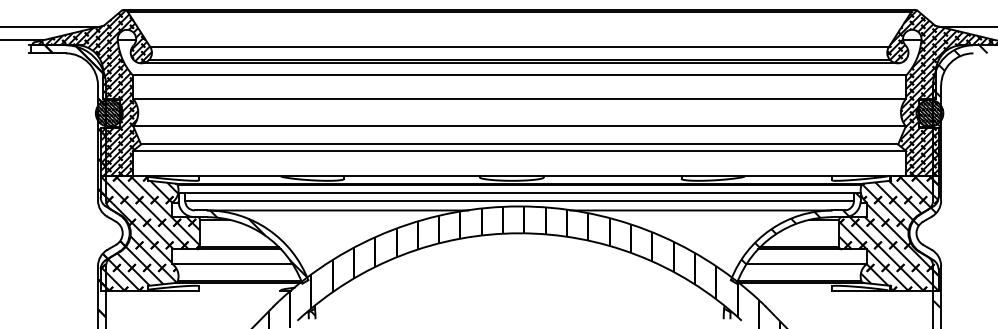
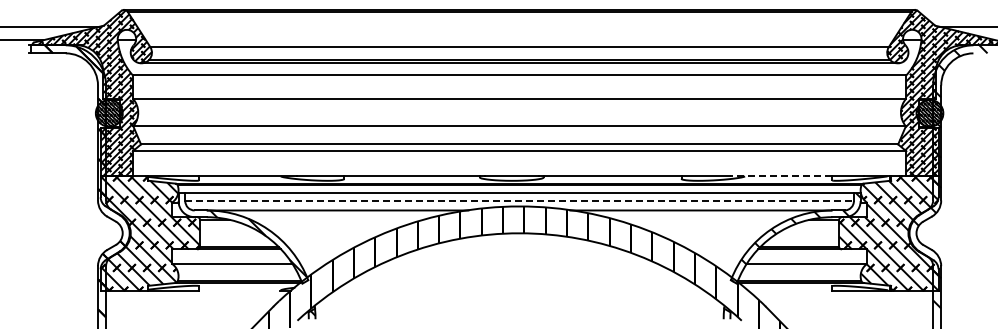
line at (780, 176): solid -> dashed
line at (520, 201): solid -> dashed
